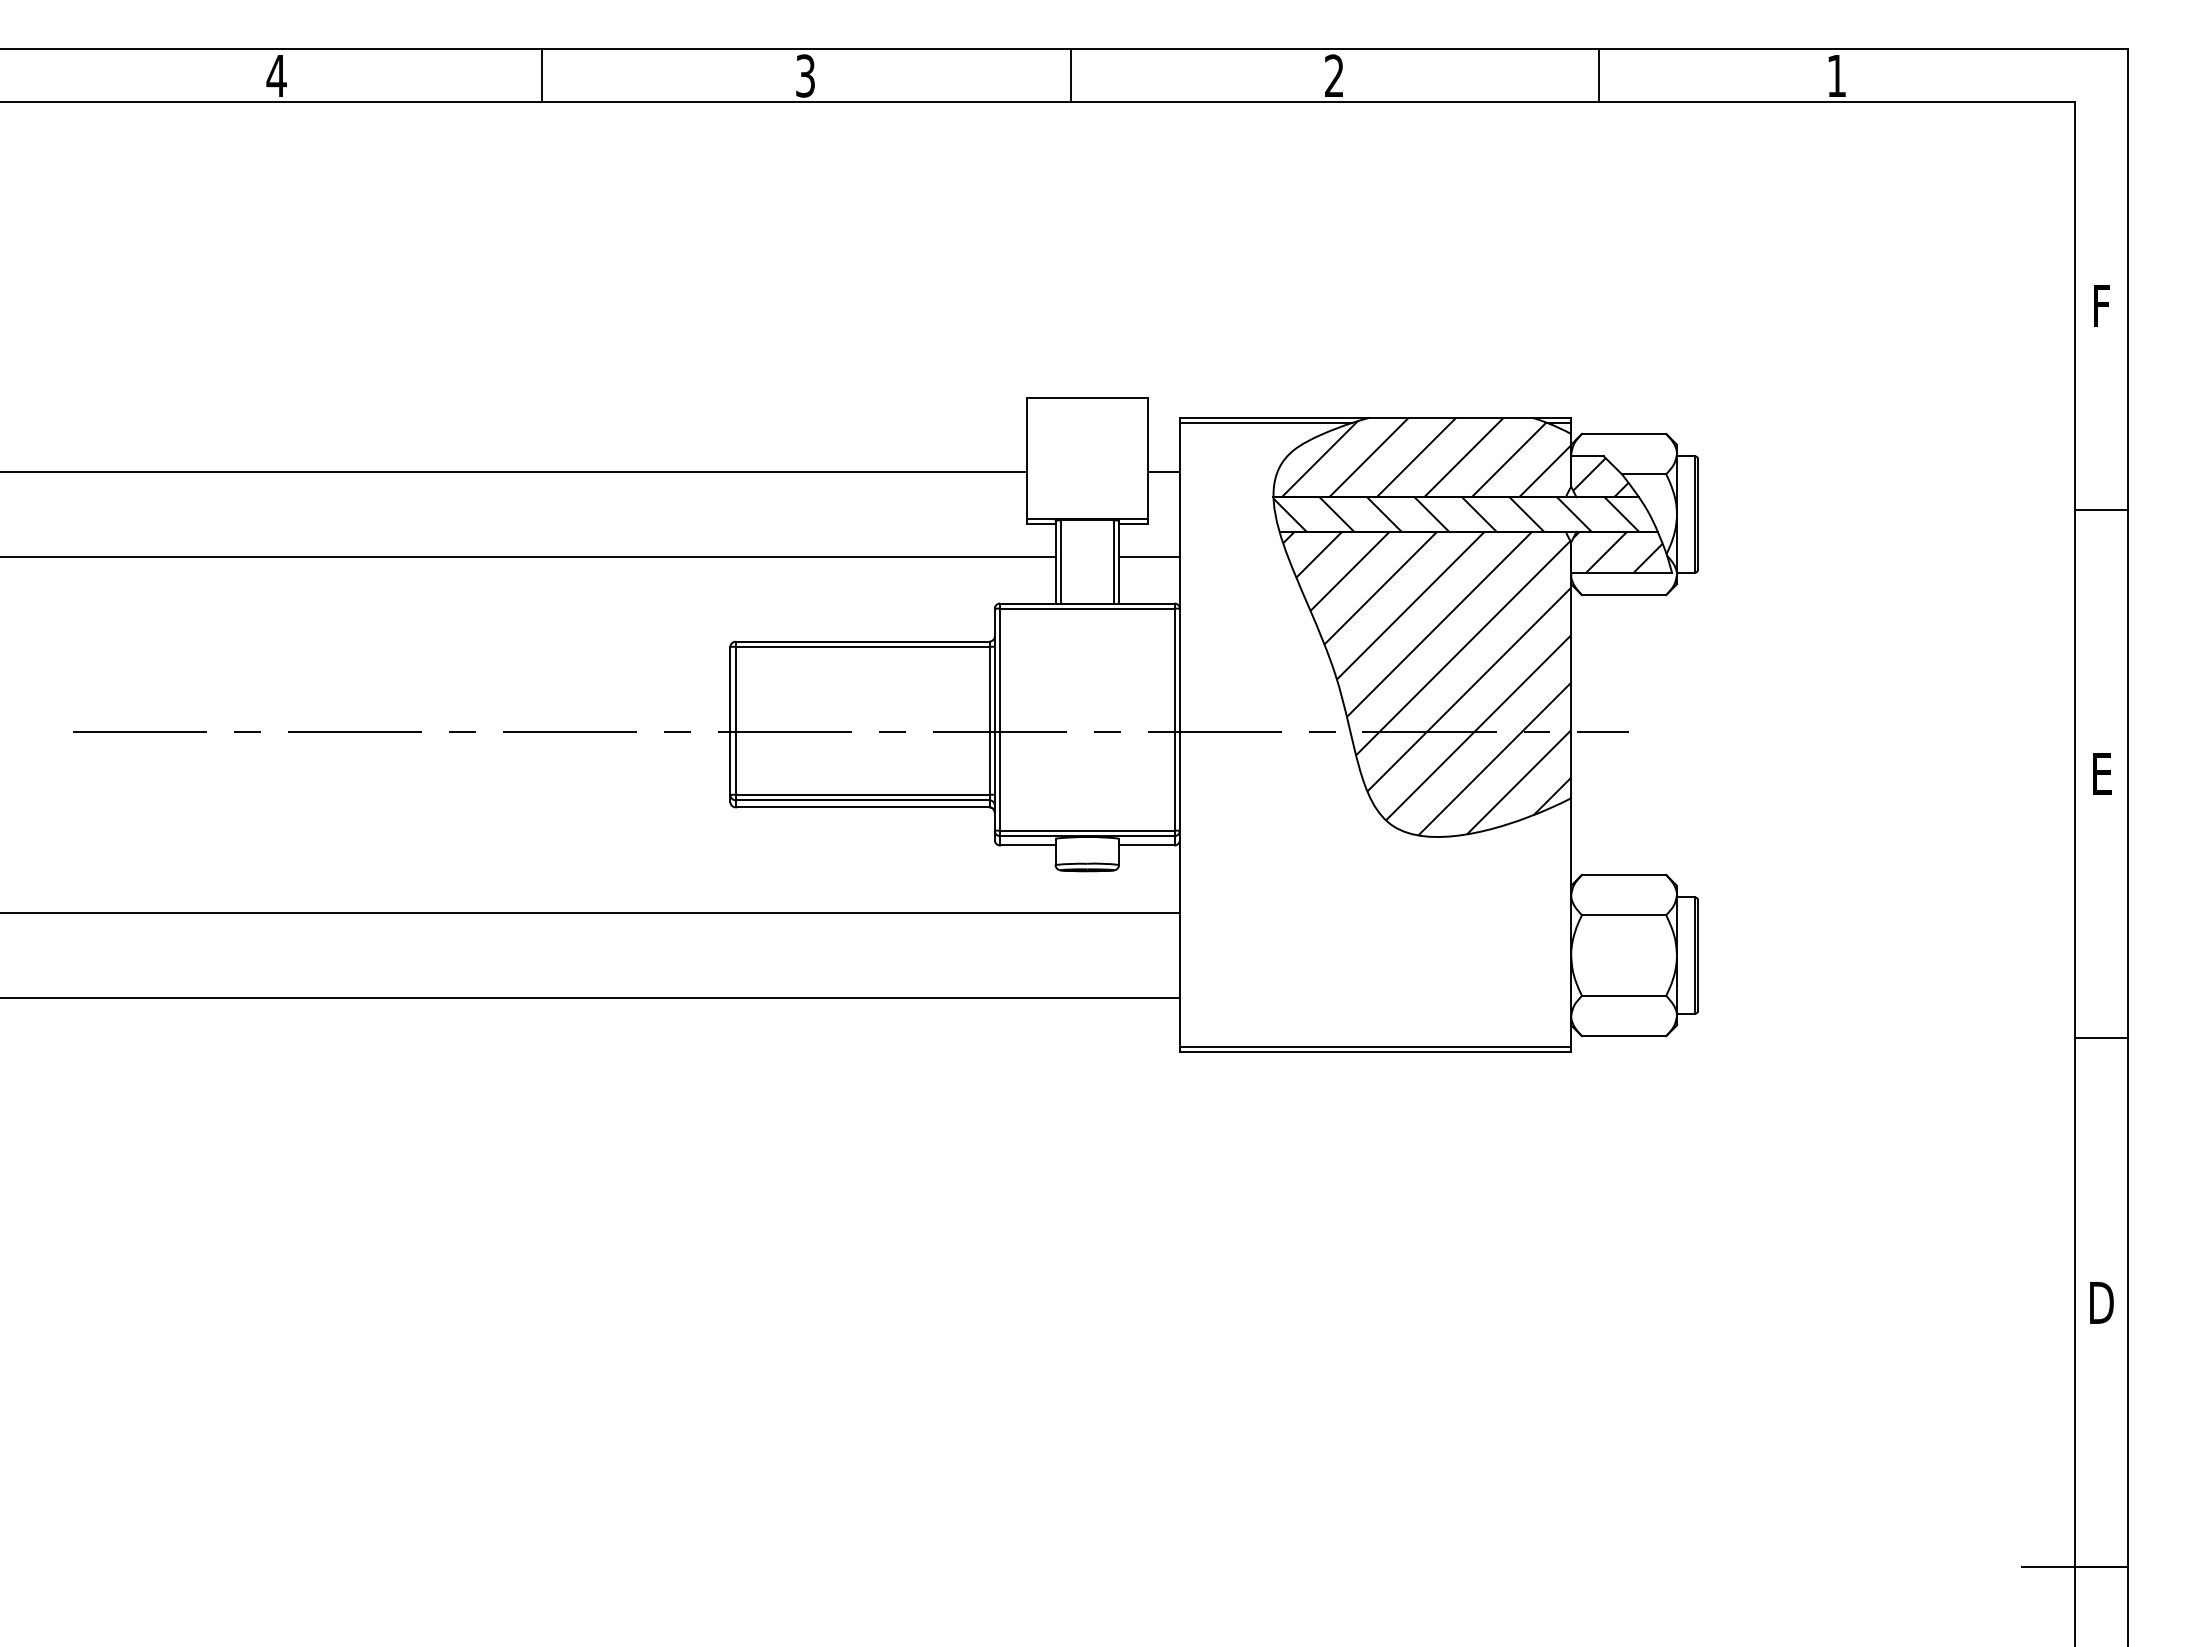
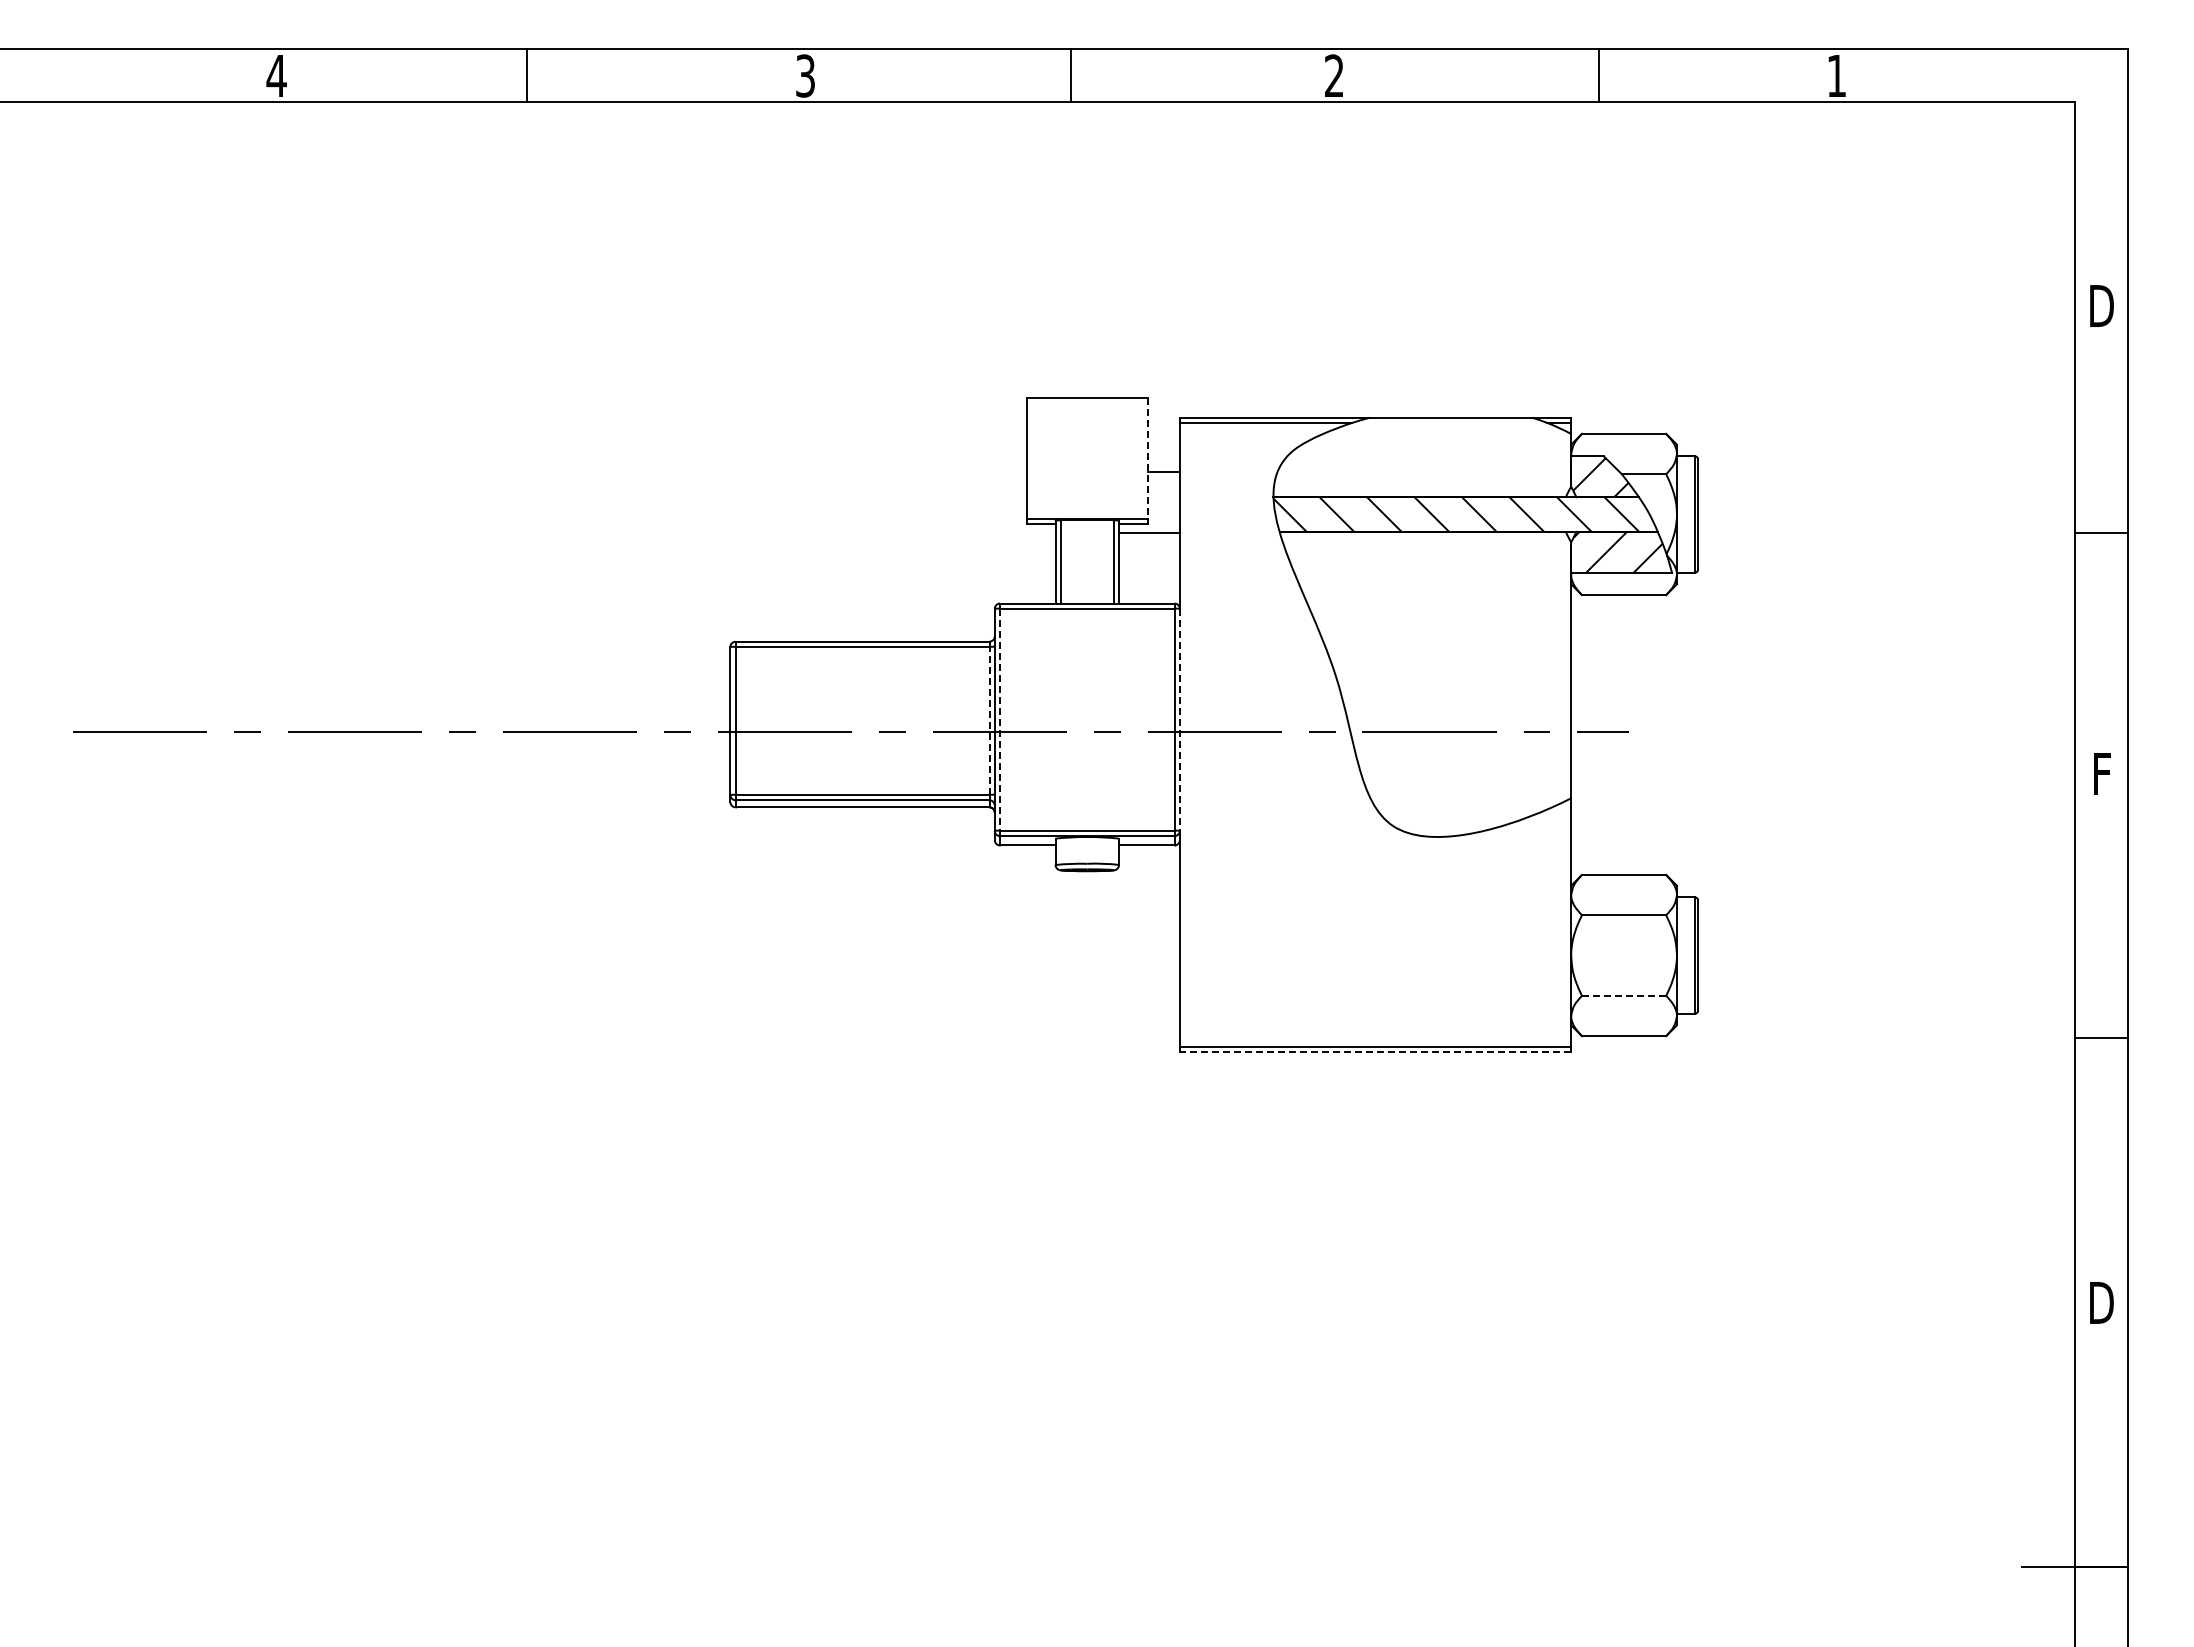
line at (541, 75) position: (541, 75) -> (526, 75)
text at (2101, 305): F -> D
hatch at (1426, 457): present -> none
line at (1148, 458): solid -> dashed
line at (514, 472): present -> none
line at (2101, 509) position: (2101, 509) -> (2101, 532)
line at (528, 556): present -> none
line at (1149, 556) position: (1149, 556) -> (1149, 532)
hatch at (1427, 683): present -> none
line at (989, 720): solid -> dashed
line at (1000, 720): solid -> dashed
line at (1179, 720): solid -> dashed
text at (2102, 773): E -> F
line at (590, 913): present -> none
line at (1624, 995): solid -> dashed
line at (590, 997): present -> none
line at (1375, 1052): solid -> dashed
